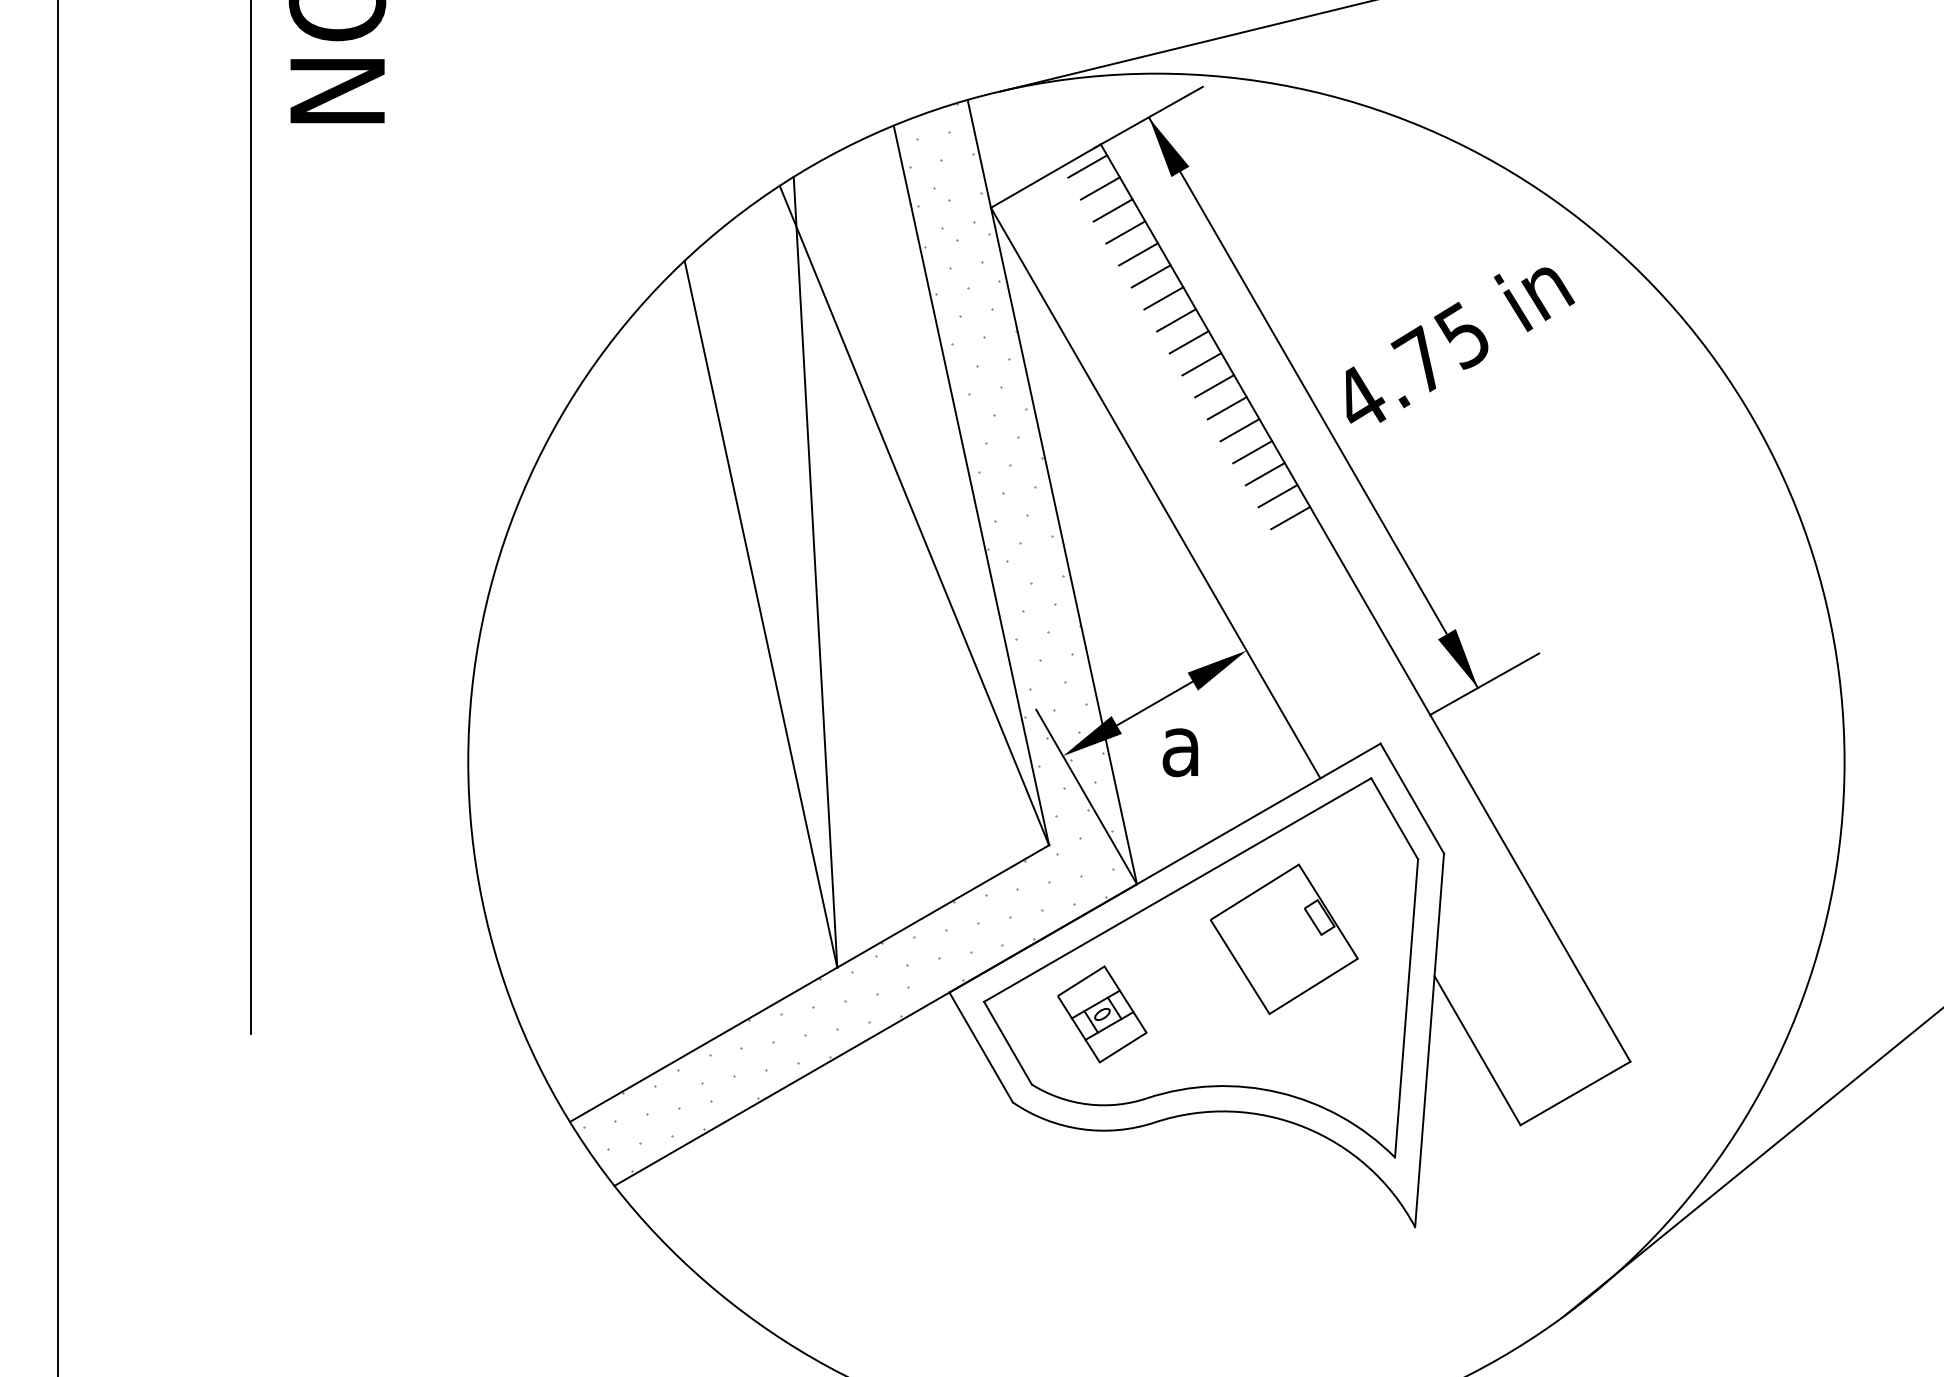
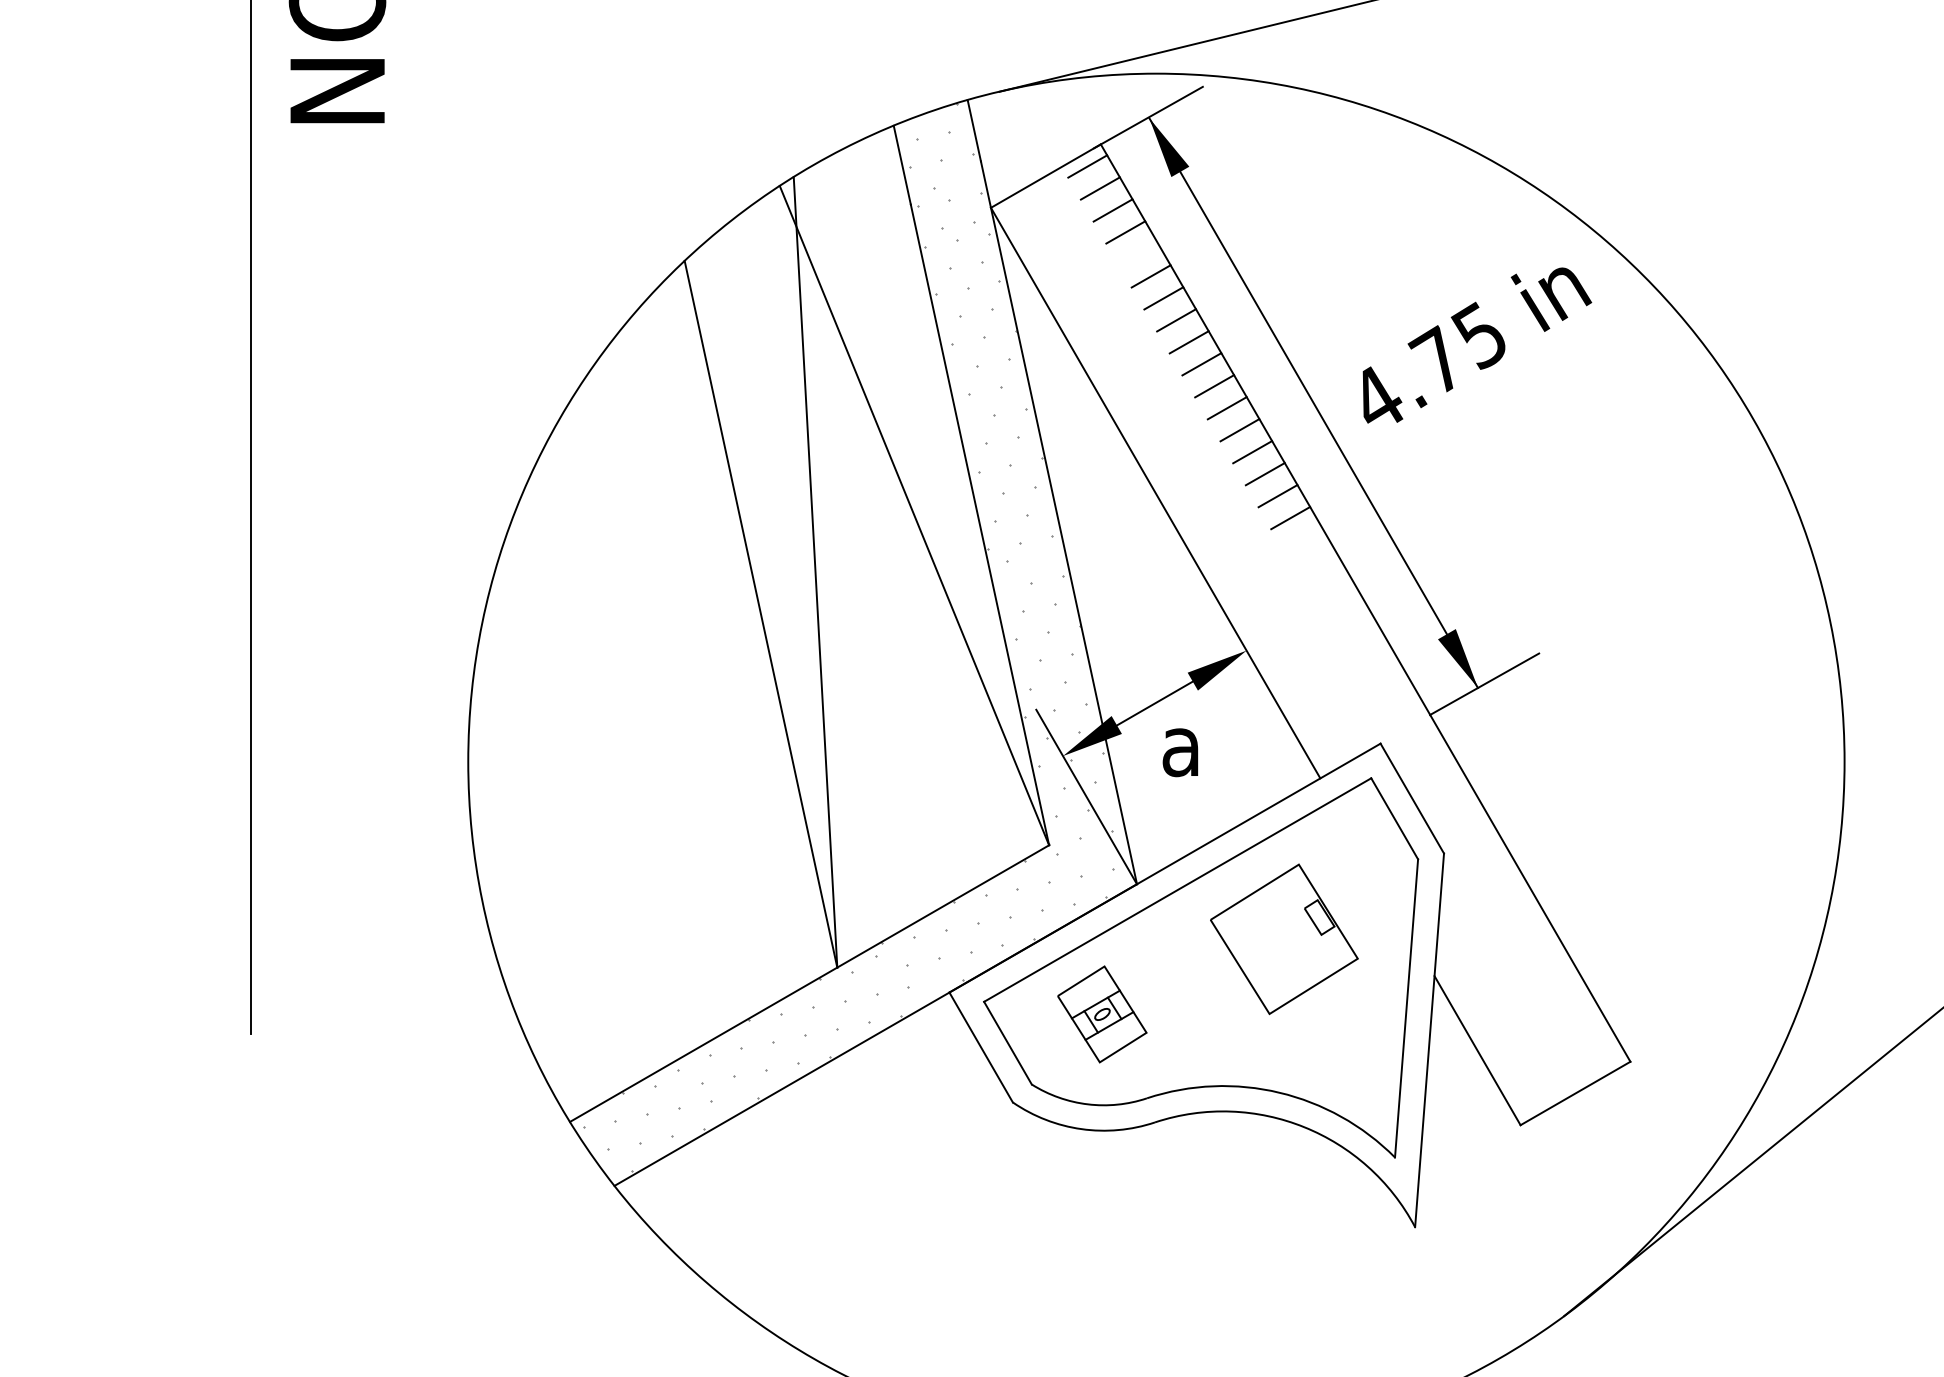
line at (1138, 254): present -> none
text at (1460, 345) position: (1460, 345) -> (1477, 345)
line at (58, 687): present -> none
